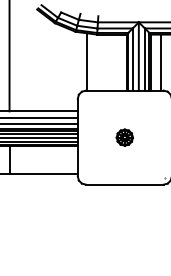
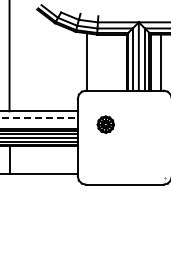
line at (38, 117): solid -> dashed
line at (39, 123): present -> none
part at (124, 137) position: (124, 137) -> (105, 124)
